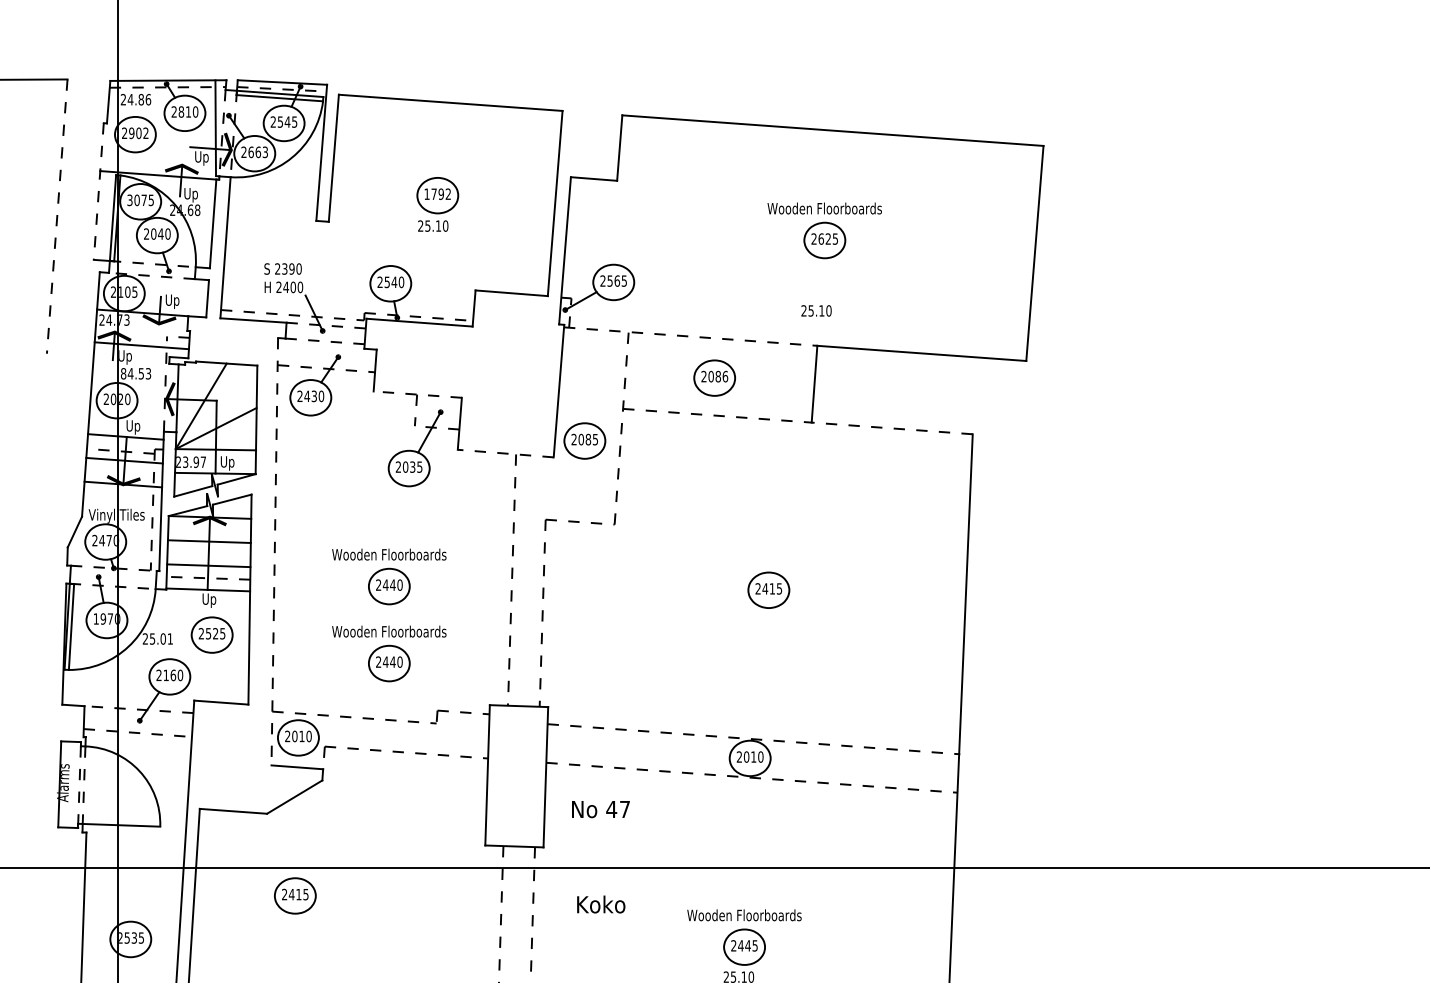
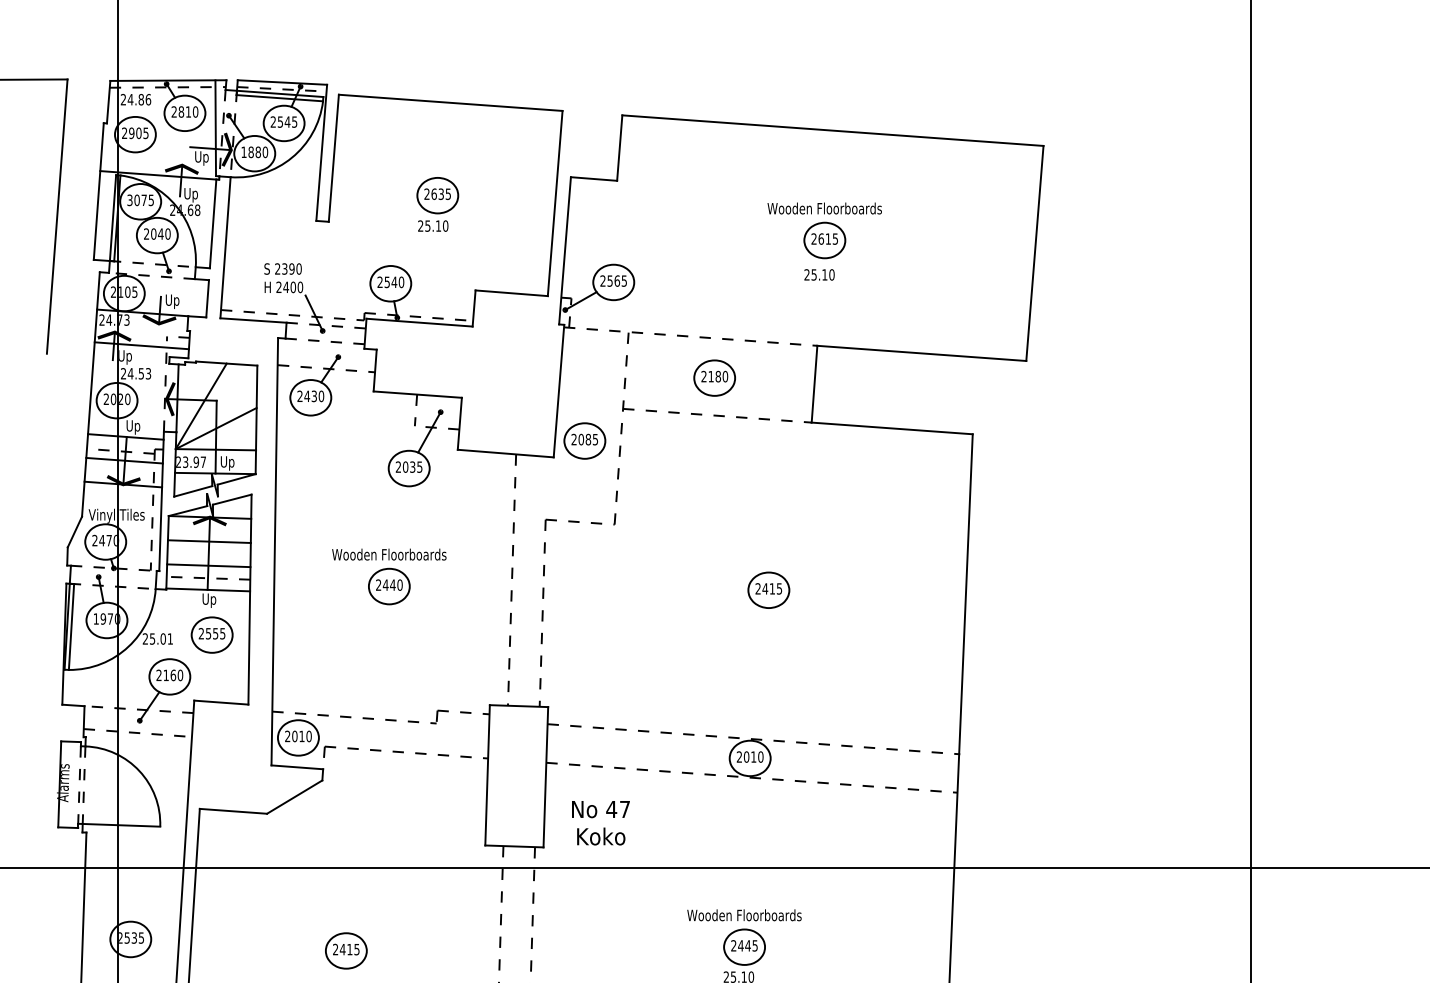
text at (145, 133): 2902 -> 2905
text at (254, 152): 2663 -> 1880
line at (98, 191): dashed -> solid
text at (437, 193): 1792 -> 2635
line at (57, 216): dashed -> solid
text at (827, 238): 2625 -> 2615
text at (816, 310) position: (816, 310) -> (819, 274)
text at (123, 373): 84.53 -> 24.53
text at (718, 376): 2086 -> 2180
line at (417, 394): dashed -> solid
line at (892, 428): dashed -> solid
line at (505, 453): dashed -> solid
line at (1250, 490): none -> present
line at (274, 551): dashed -> solid
text at (215, 633): 2525 -> 2555
part at (389, 653): present -> none
part at (295, 895) position: (295, 895) -> (346, 950)
text at (601, 904) position: (601, 904) -> (601, 836)
